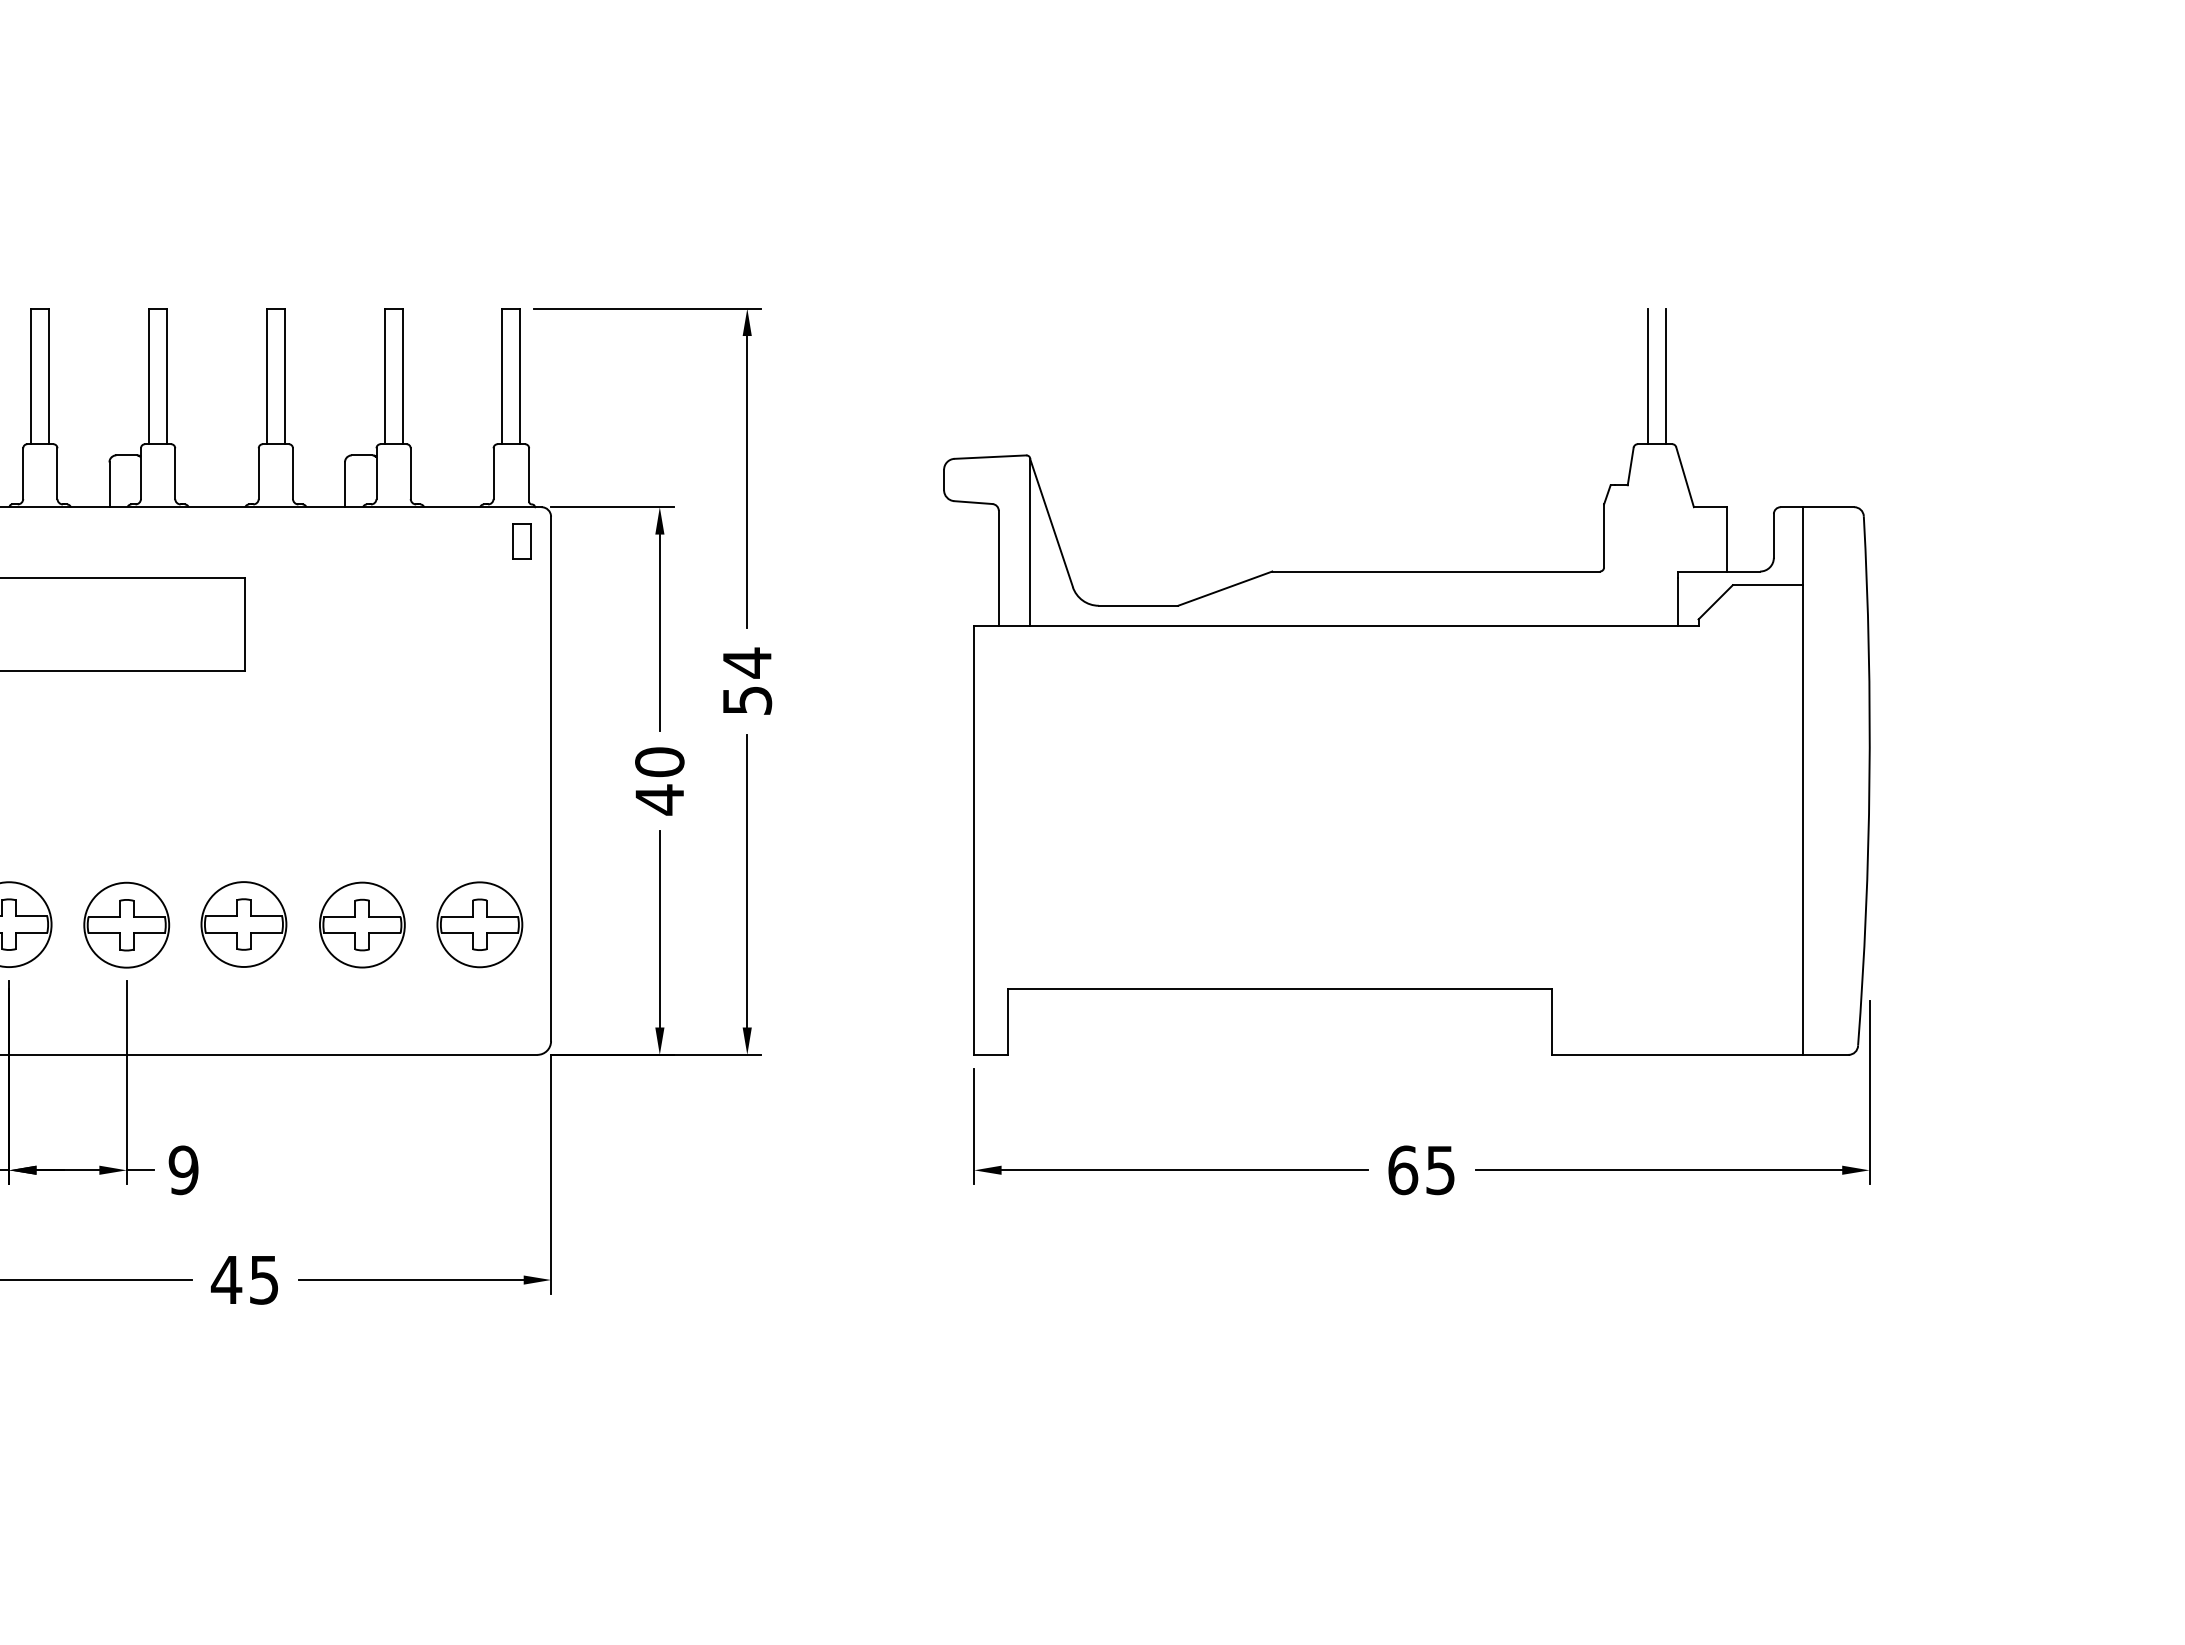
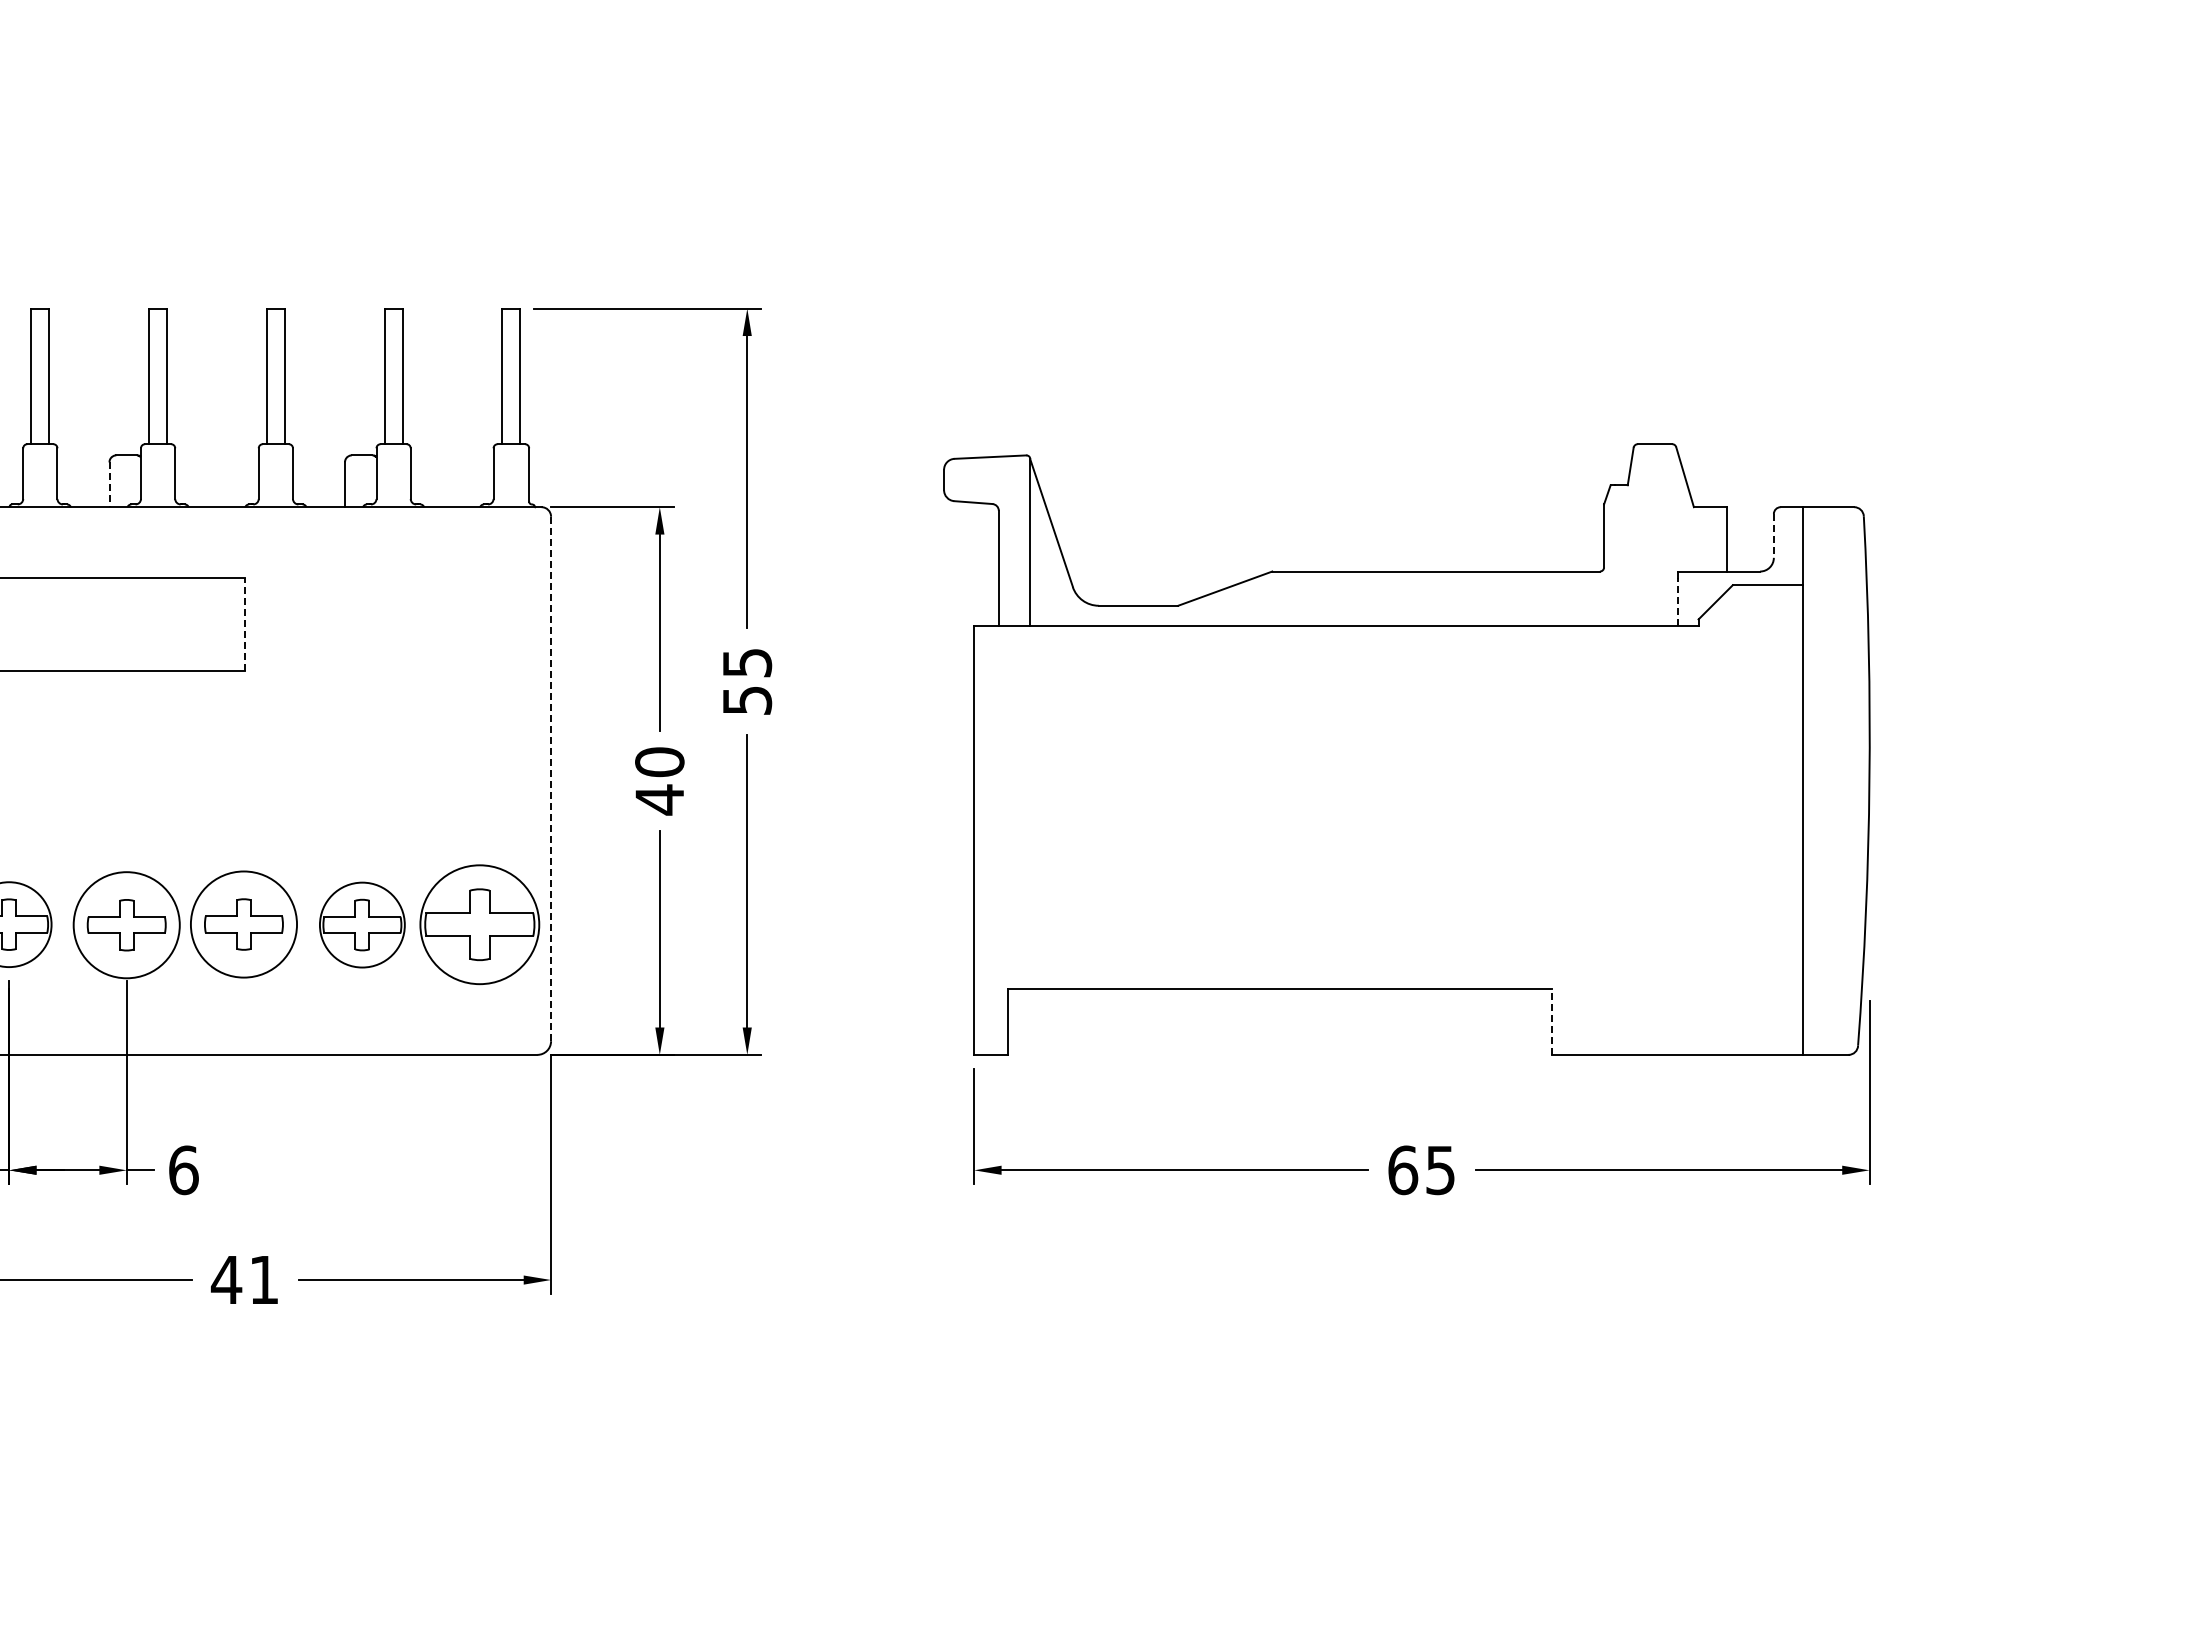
line at (1648, 376): present -> none
line at (1666, 376): present -> none
line at (109, 485): solid -> dashed
line at (1773, 535): solid -> dashed
part at (521, 541): present -> none
line at (1678, 602): solid -> dashed
line at (245, 624): solid -> dashed
text at (747, 662): 54 -> 55
line at (551, 779): solid -> dashed
circle at (126, 924) diameter: 85 px -> 106 px
circle at (243, 924) diameter: 85 px -> 106 px
part at (479, 924) size: 88x88 px -> 122x122 px
line at (1552, 1022): solid -> dashed
text at (183, 1170): 9 -> 6
text at (263, 1280): 45 -> 41
